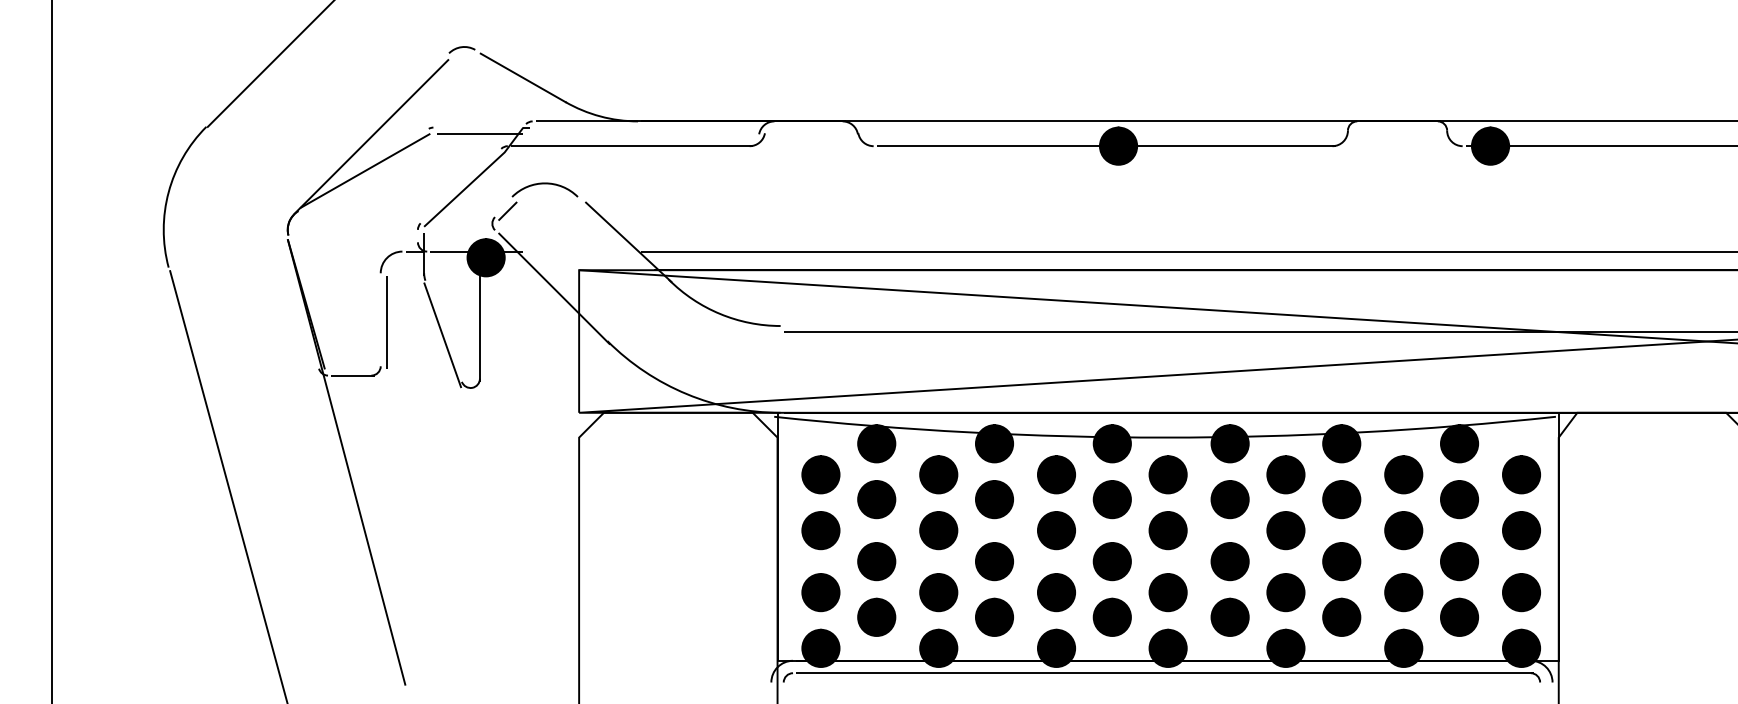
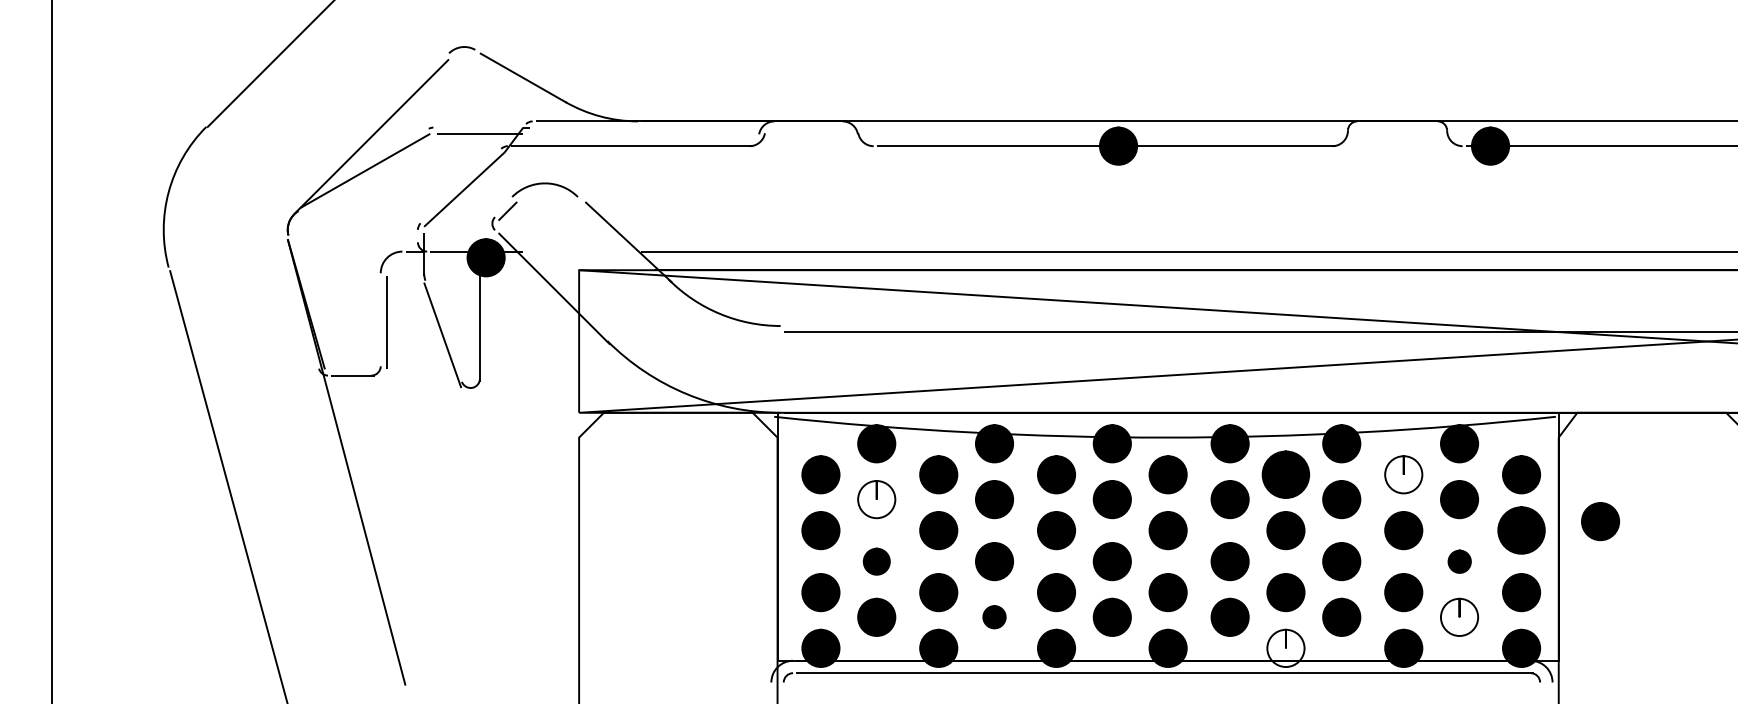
part at (1285, 474) size: 40x40 px -> 50x49 px
fill at (1403, 474): present -> none
fill at (876, 499): present -> none
part at (1600, 521): none -> present
part at (1521, 530) size: 39x40 px -> 49x49 px
part at (876, 561) size: 40x40 px -> 29x29 px
part at (1459, 561) size: 40x40 px -> 25x25 px
part at (994, 616) size: 39x40 px -> 25x25 px
fill at (1459, 617): present -> none
fill at (1285, 648): present -> none
